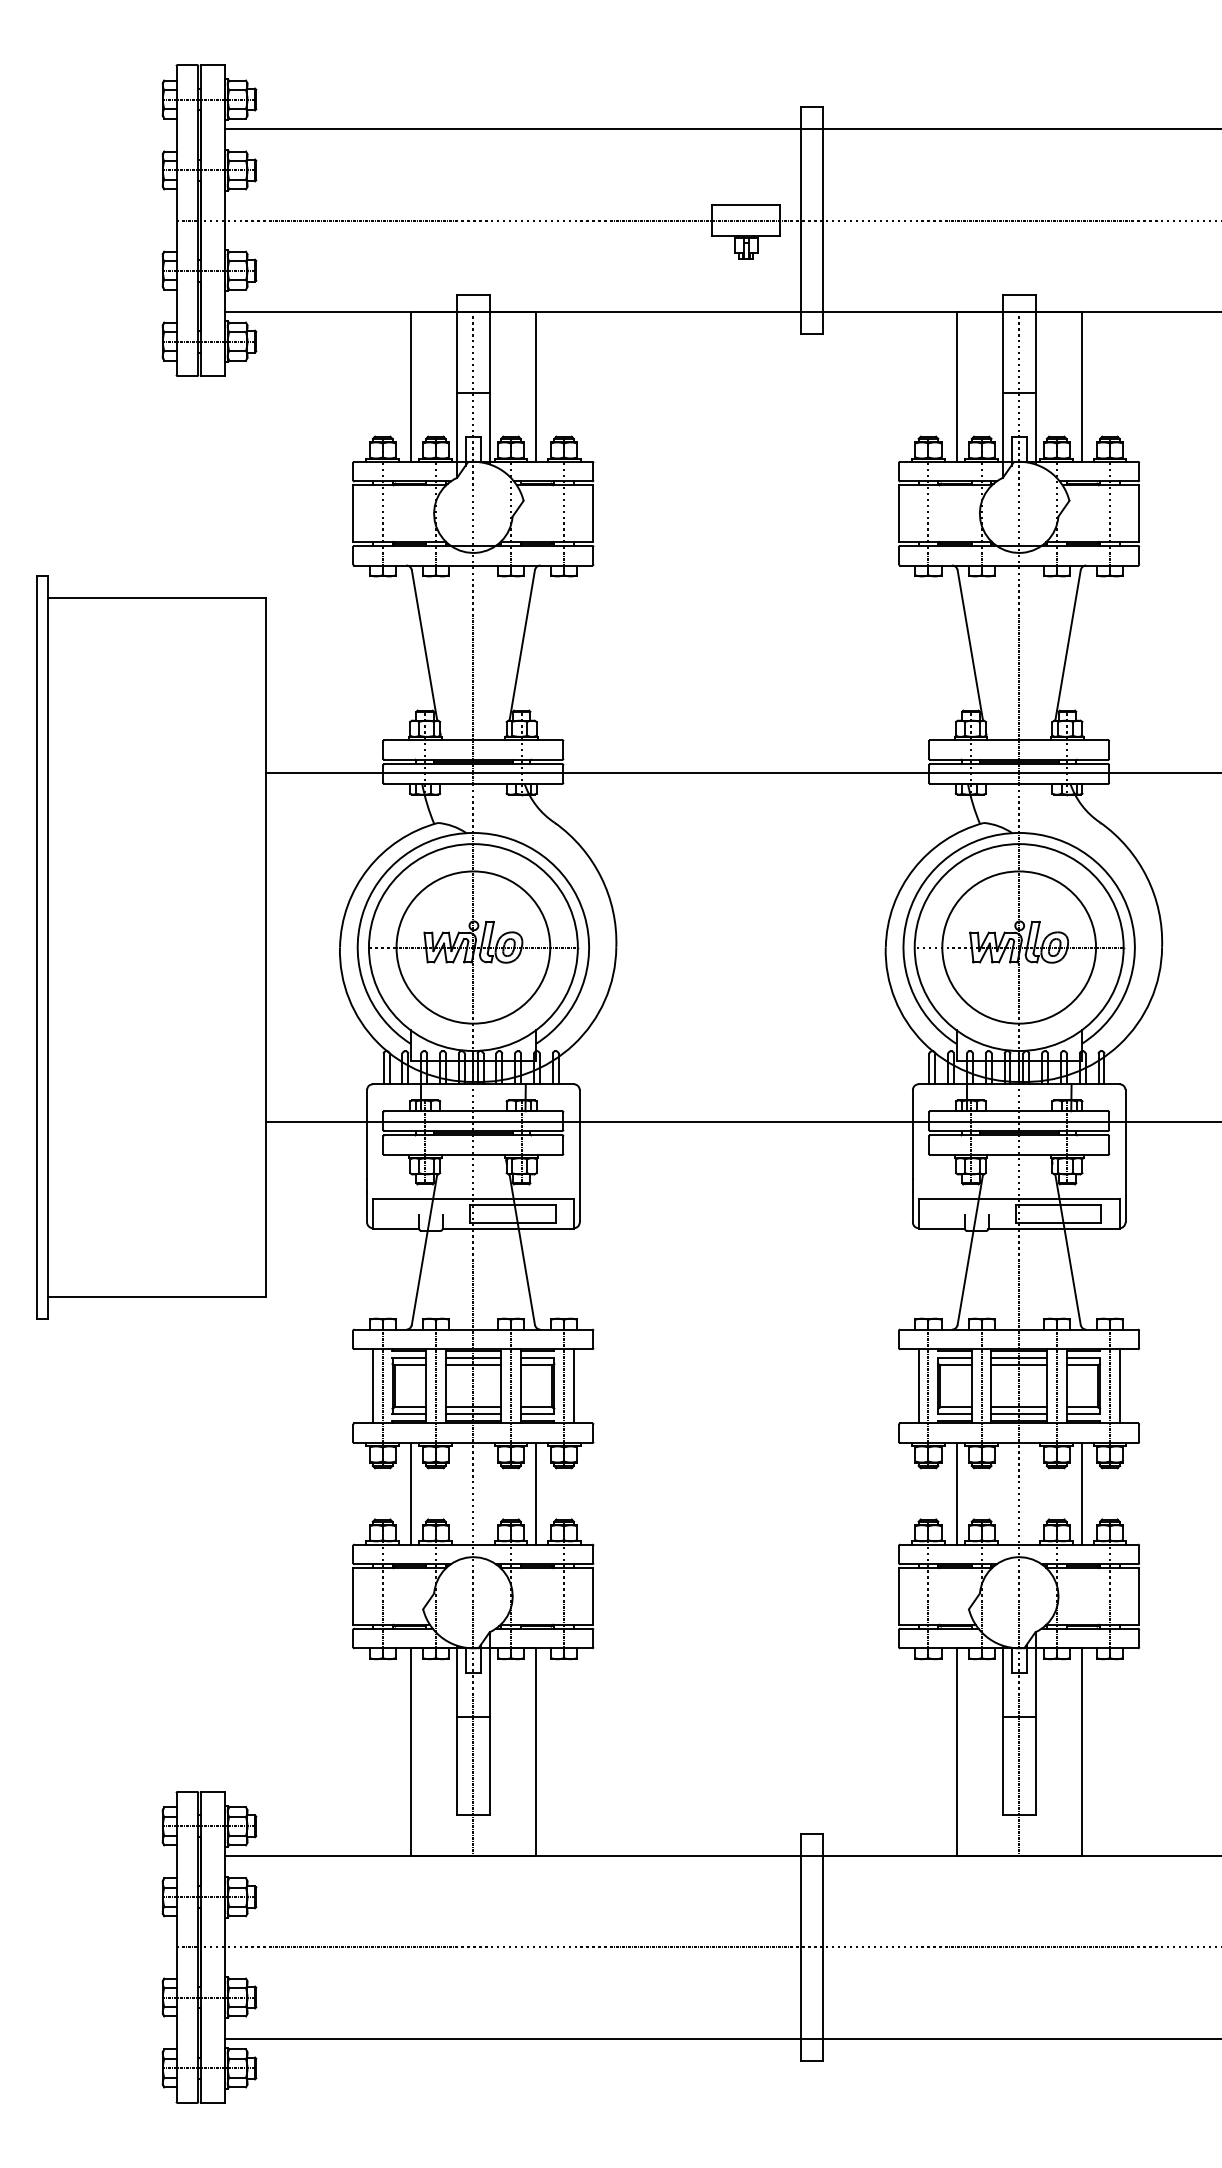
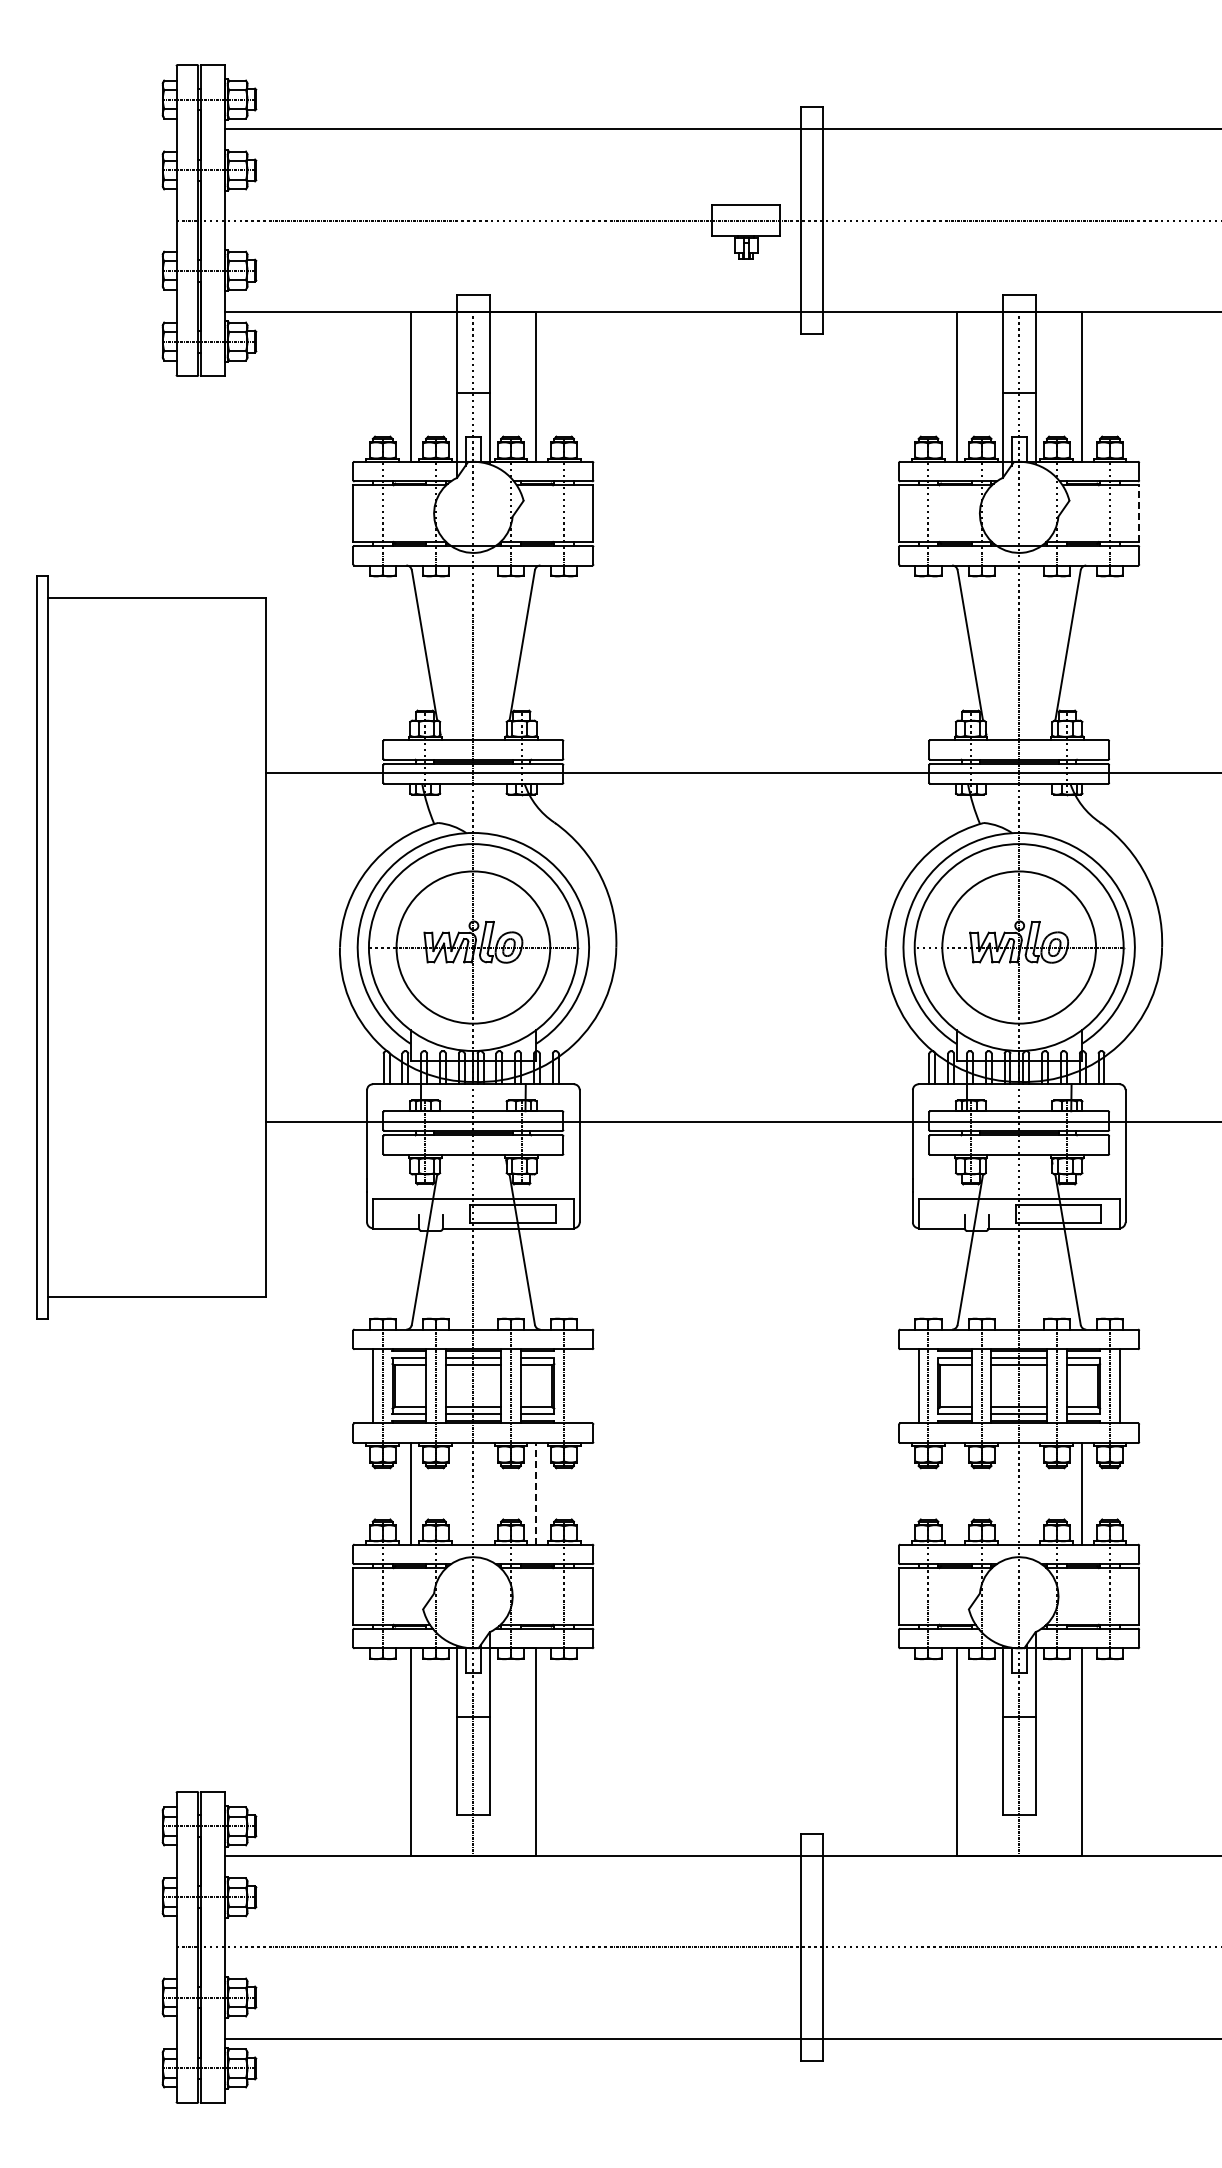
line at (1139, 513): solid -> dashed
line at (573, 1386): present -> none
line at (535, 1493): solid -> dashed
line at (956, 1493): present -> none
